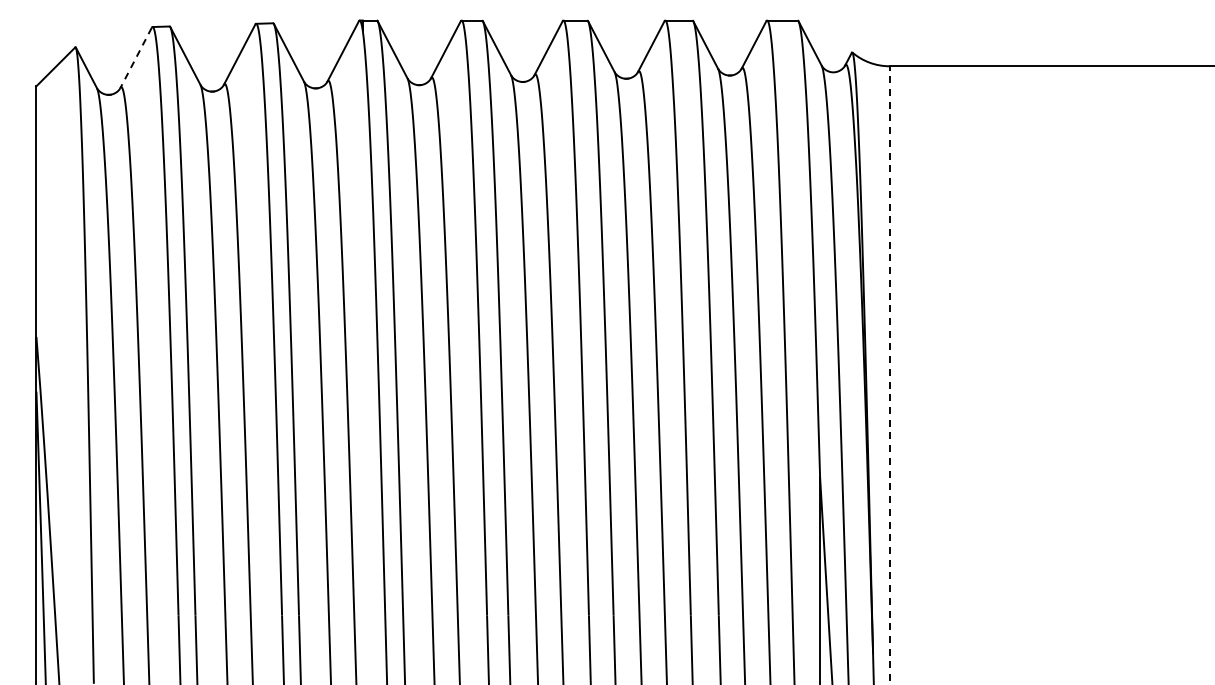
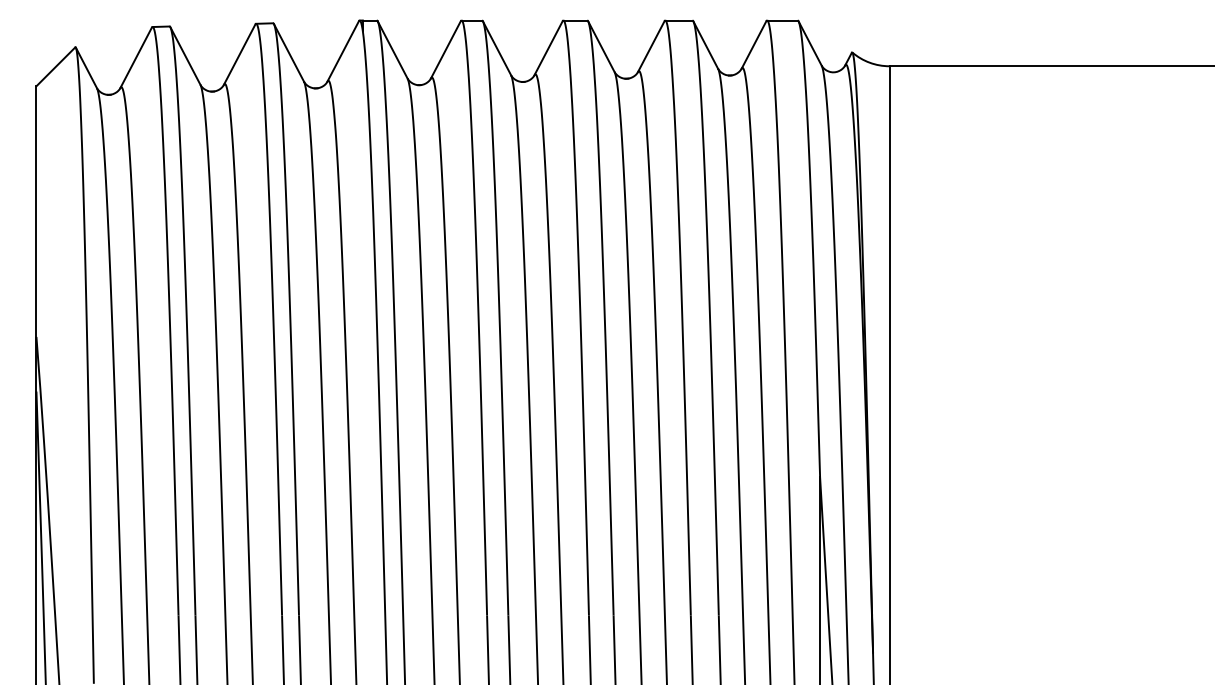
line at (136, 58): dashed -> solid
line at (889, 375): dashed -> solid
